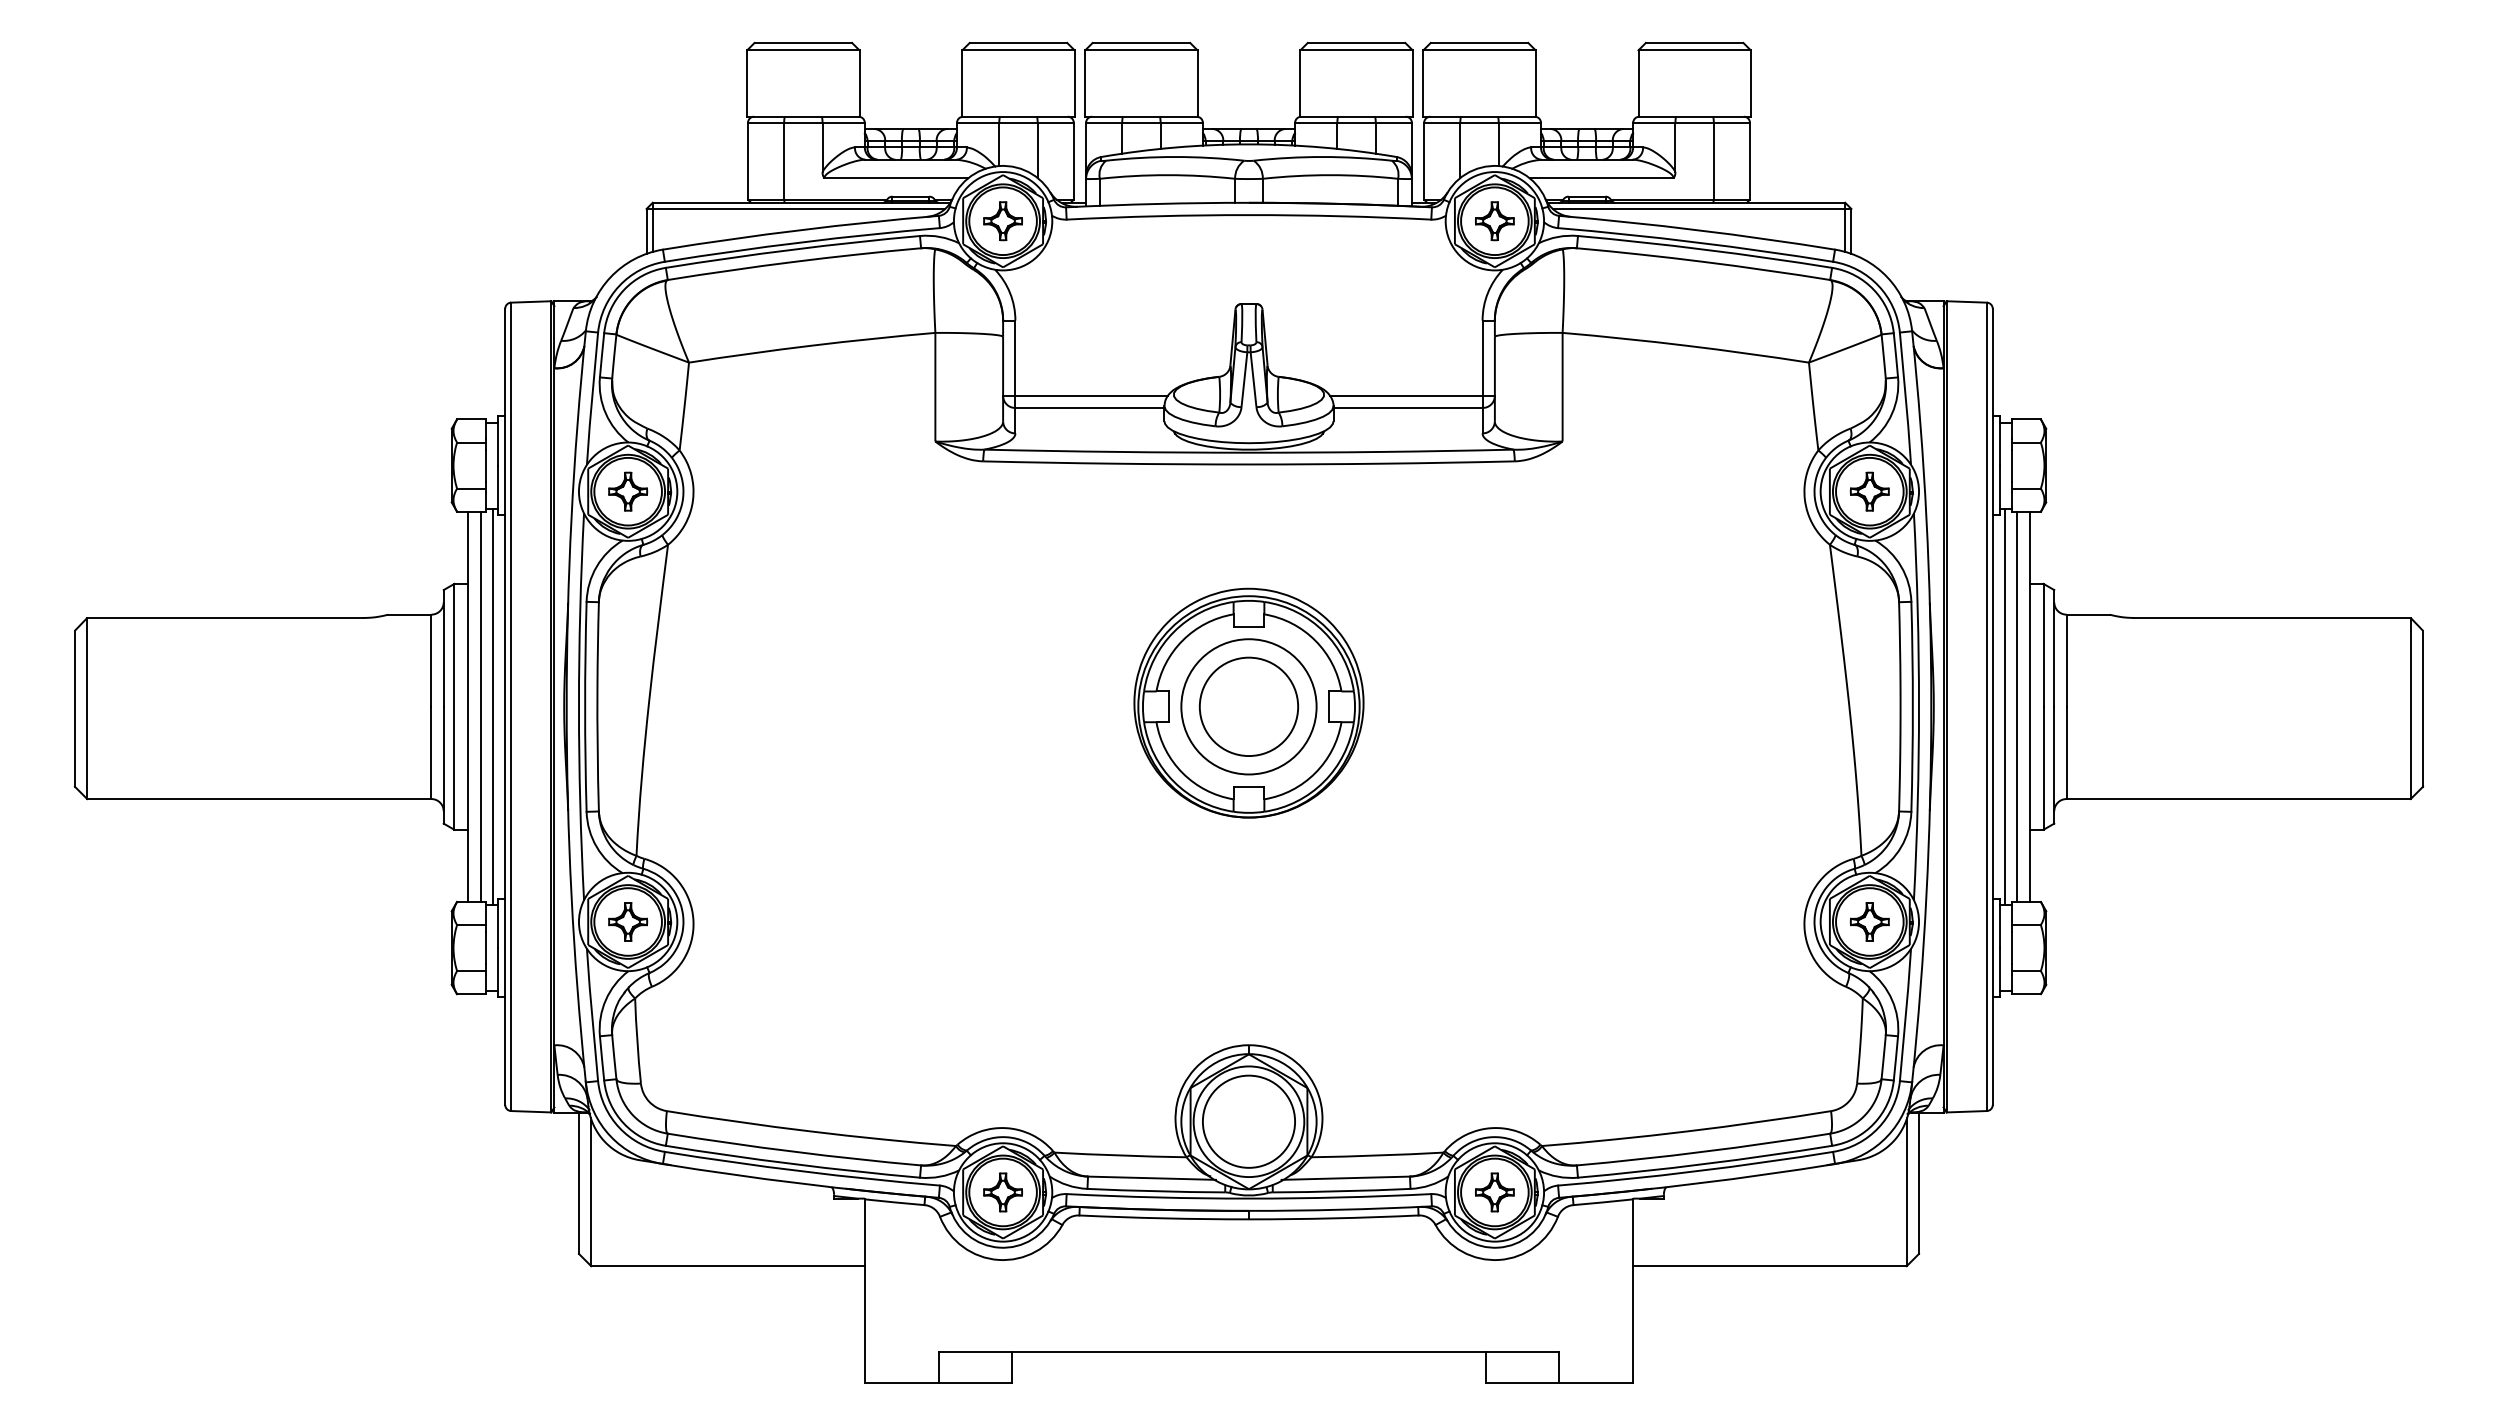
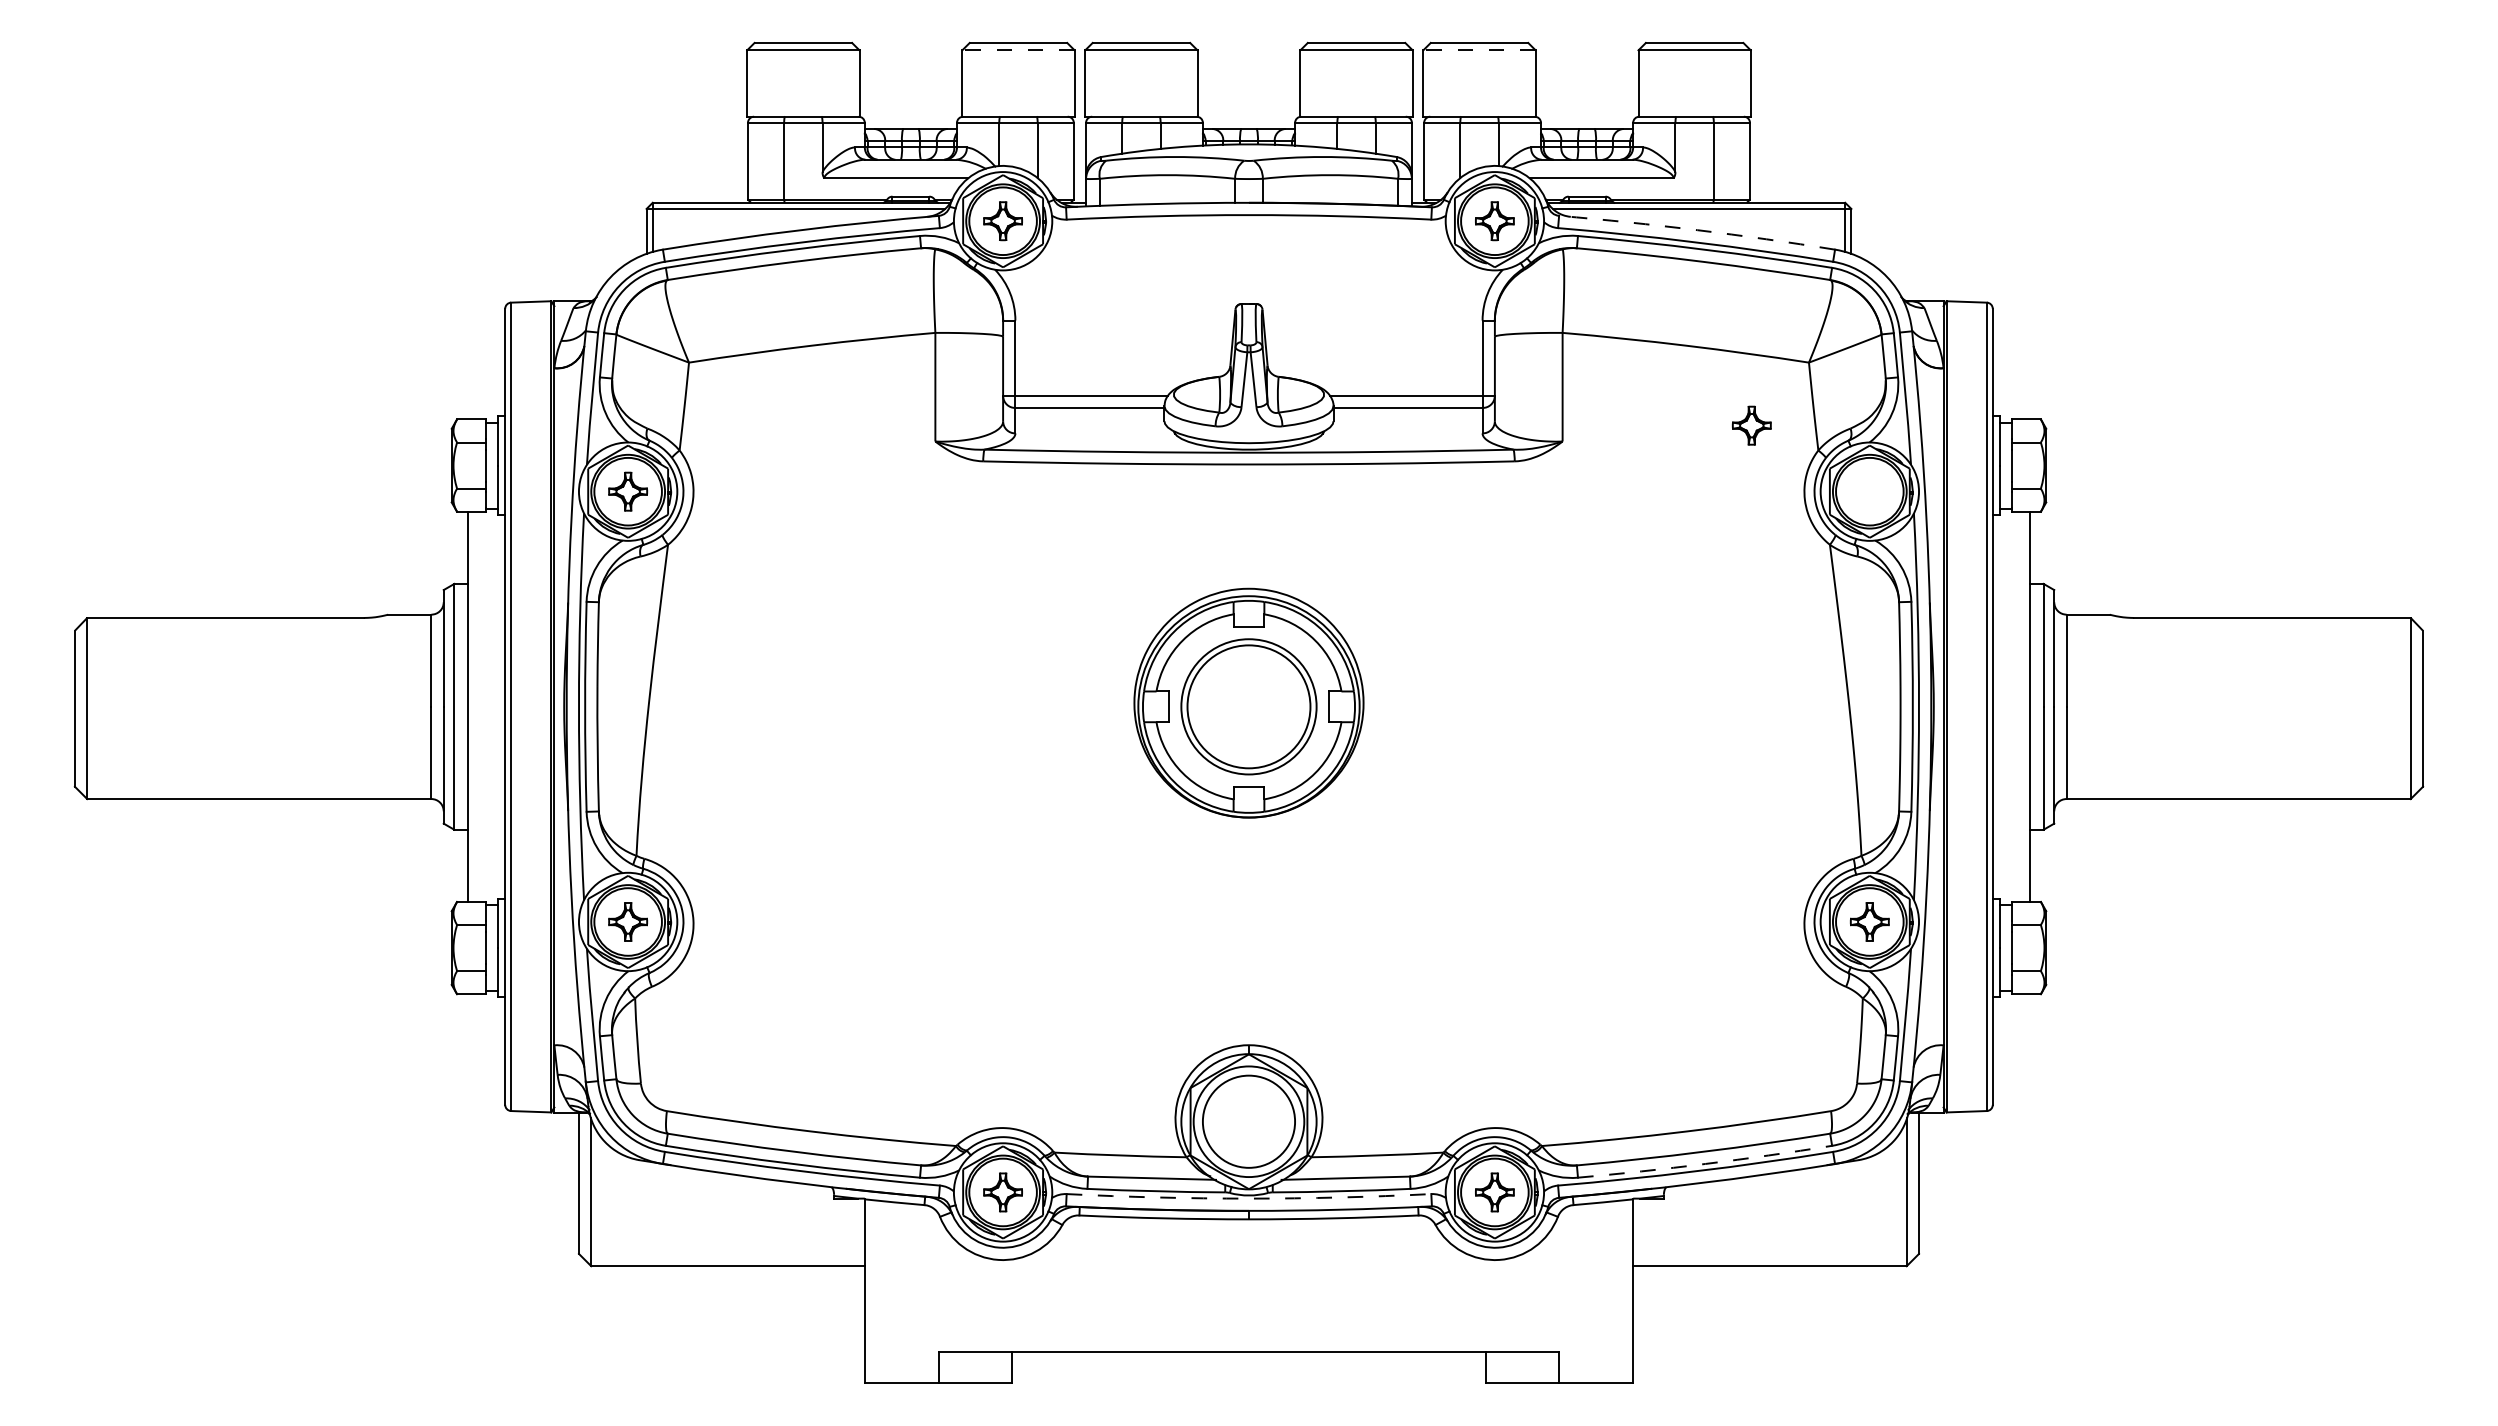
line at (1017, 50): solid -> dashed
line at (1479, 50): solid -> dashed
arc at (1697, 230): solid -> dashed
part at (1869, 491) position: (1869, 491) -> (1751, 425)
line at (480, 706): present -> none
line at (492, 706): present -> none
circle at (1248, 706) diameter: 98 px -> 123 px
line at (2005, 706): present -> none
line at (2017, 706): present -> none
arc at (1705, 1163): solid -> dashed
arc at (1248, 1198): solid -> dashed
